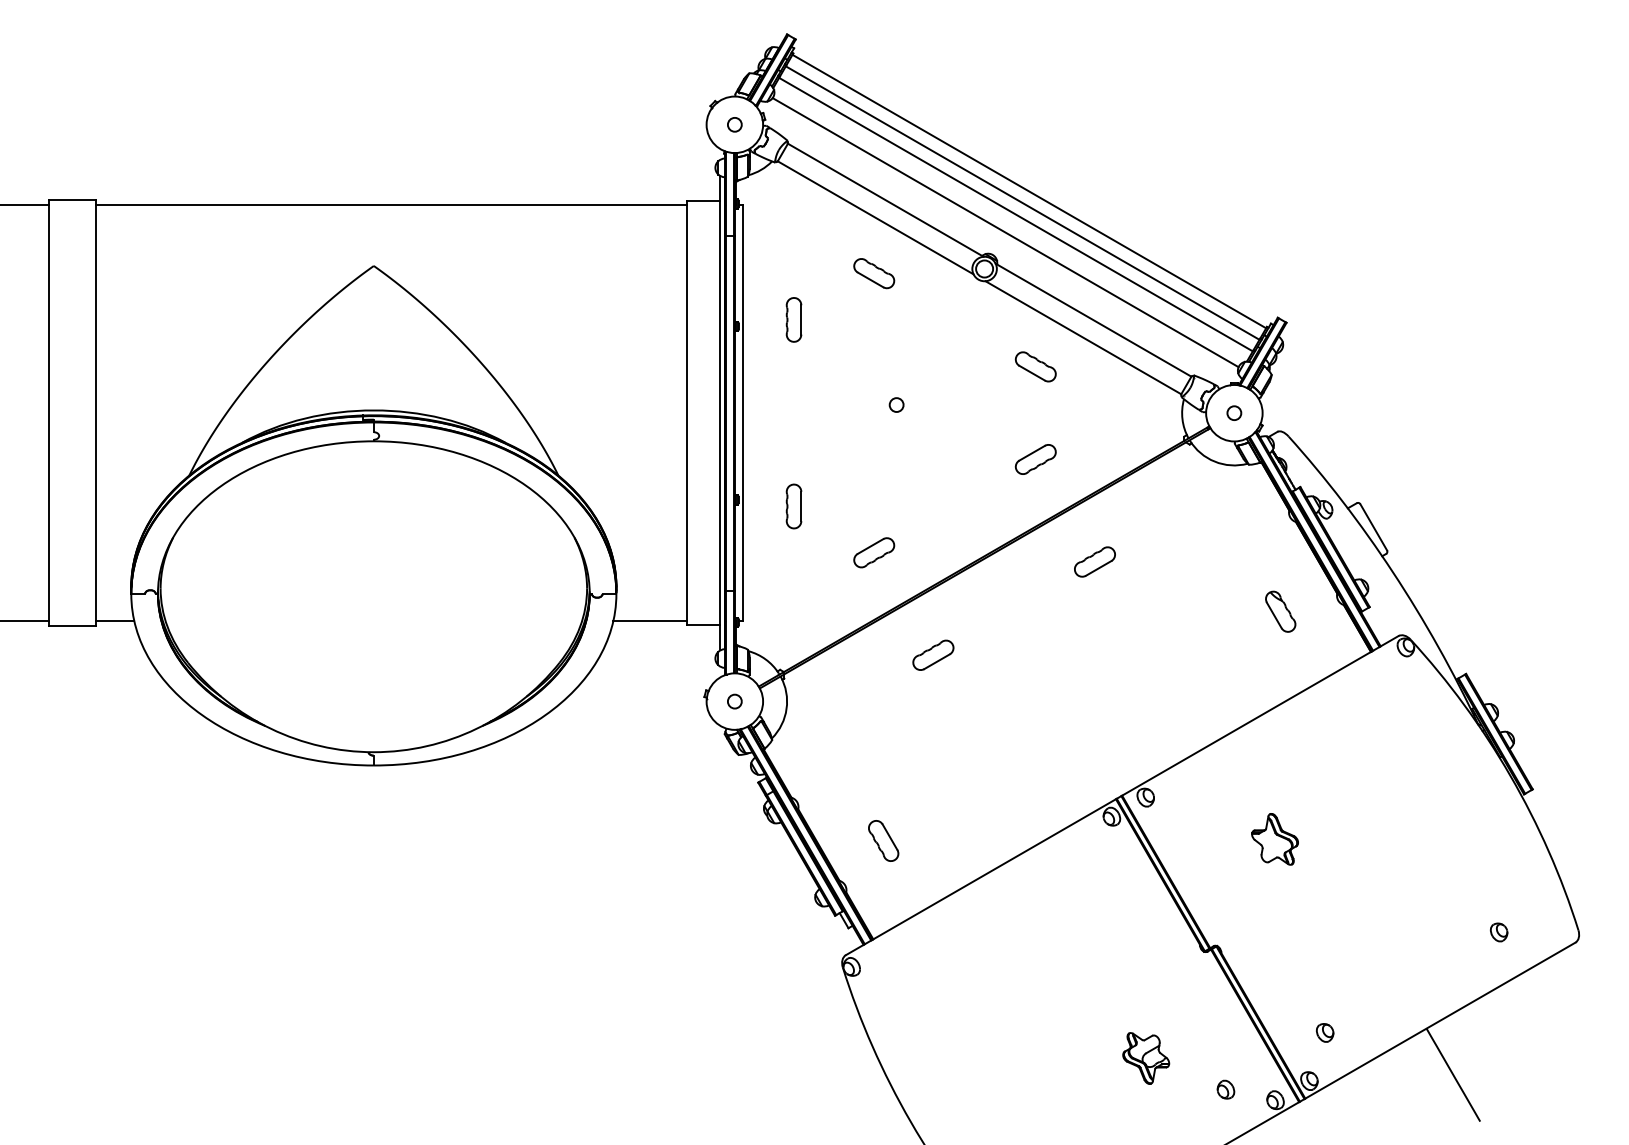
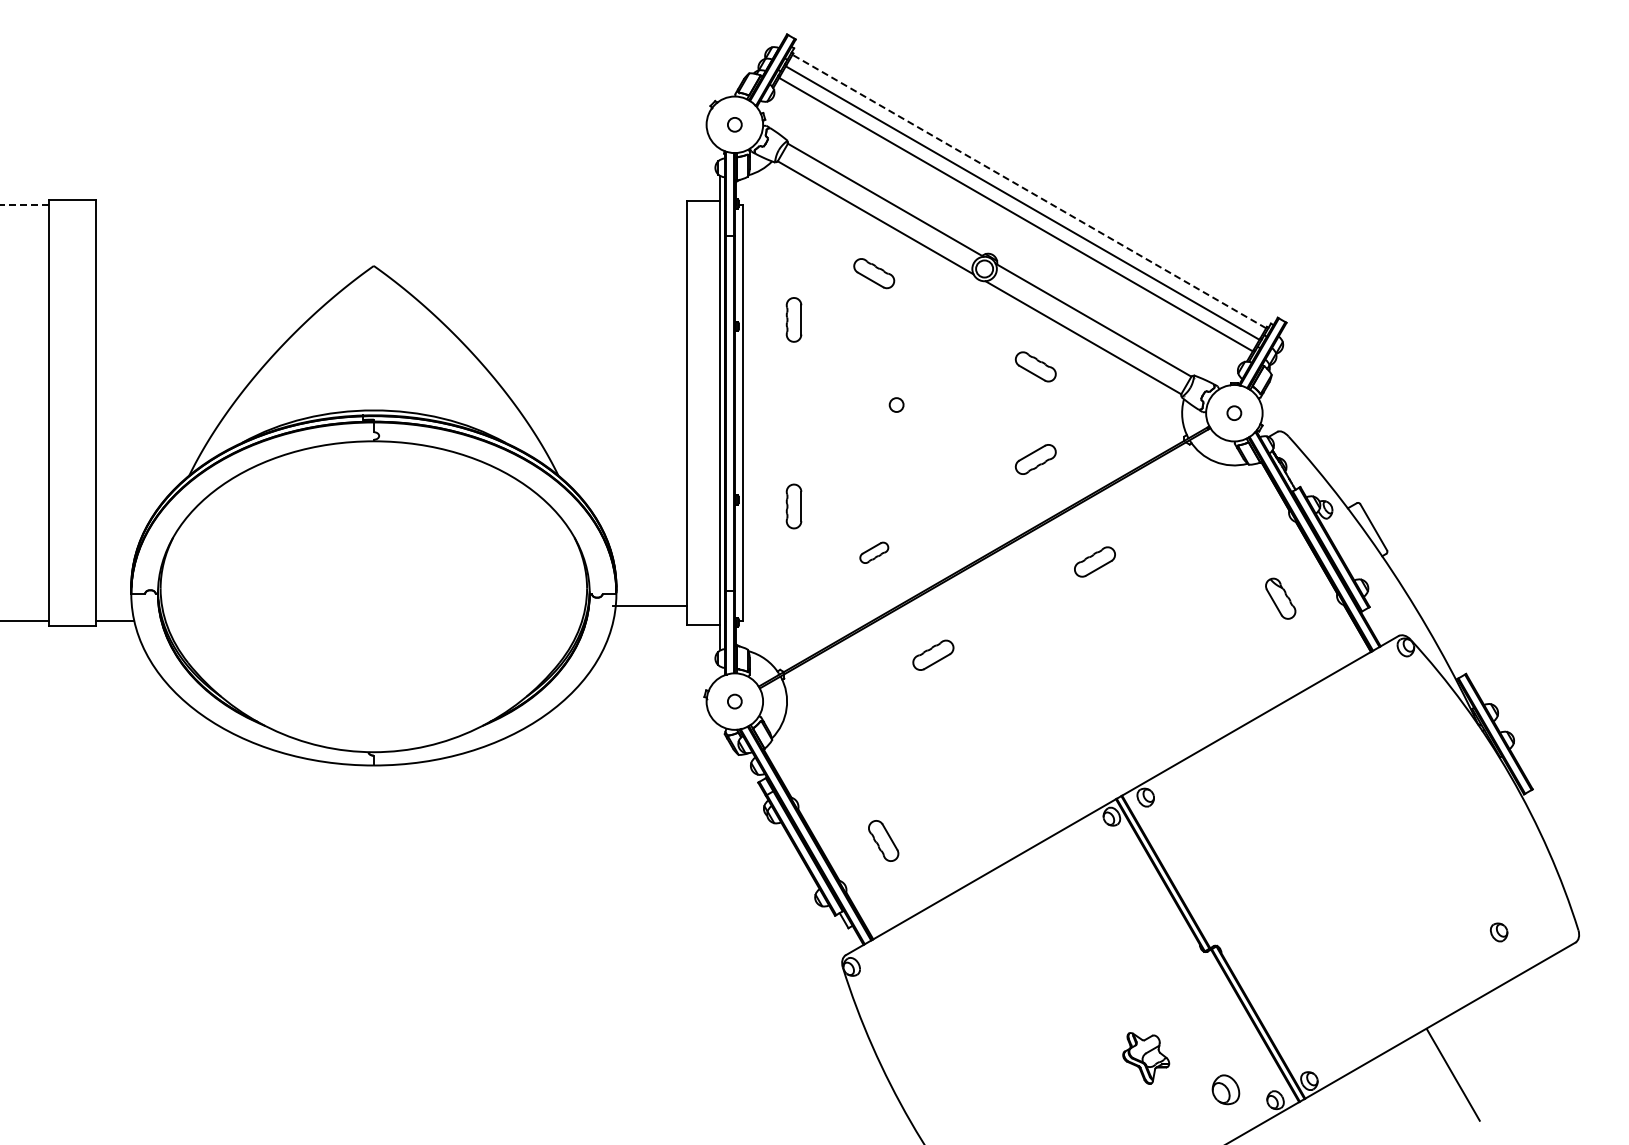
line at (1028, 191): solid -> dashed
line at (23, 204): solid -> dashed
line at (391, 204): present -> none
line at (1005, 232): present -> none
part at (874, 552) size: 43x32 px -> 31x23 px
part at (1280, 611) position: (1280, 611) -> (1280, 598)
line at (650, 621) position: (650, 621) -> (650, 606)
part at (1274, 839): present -> none
part at (1325, 1032): present -> none
part at (1225, 1089) size: 20x21 px -> 30x32 px
